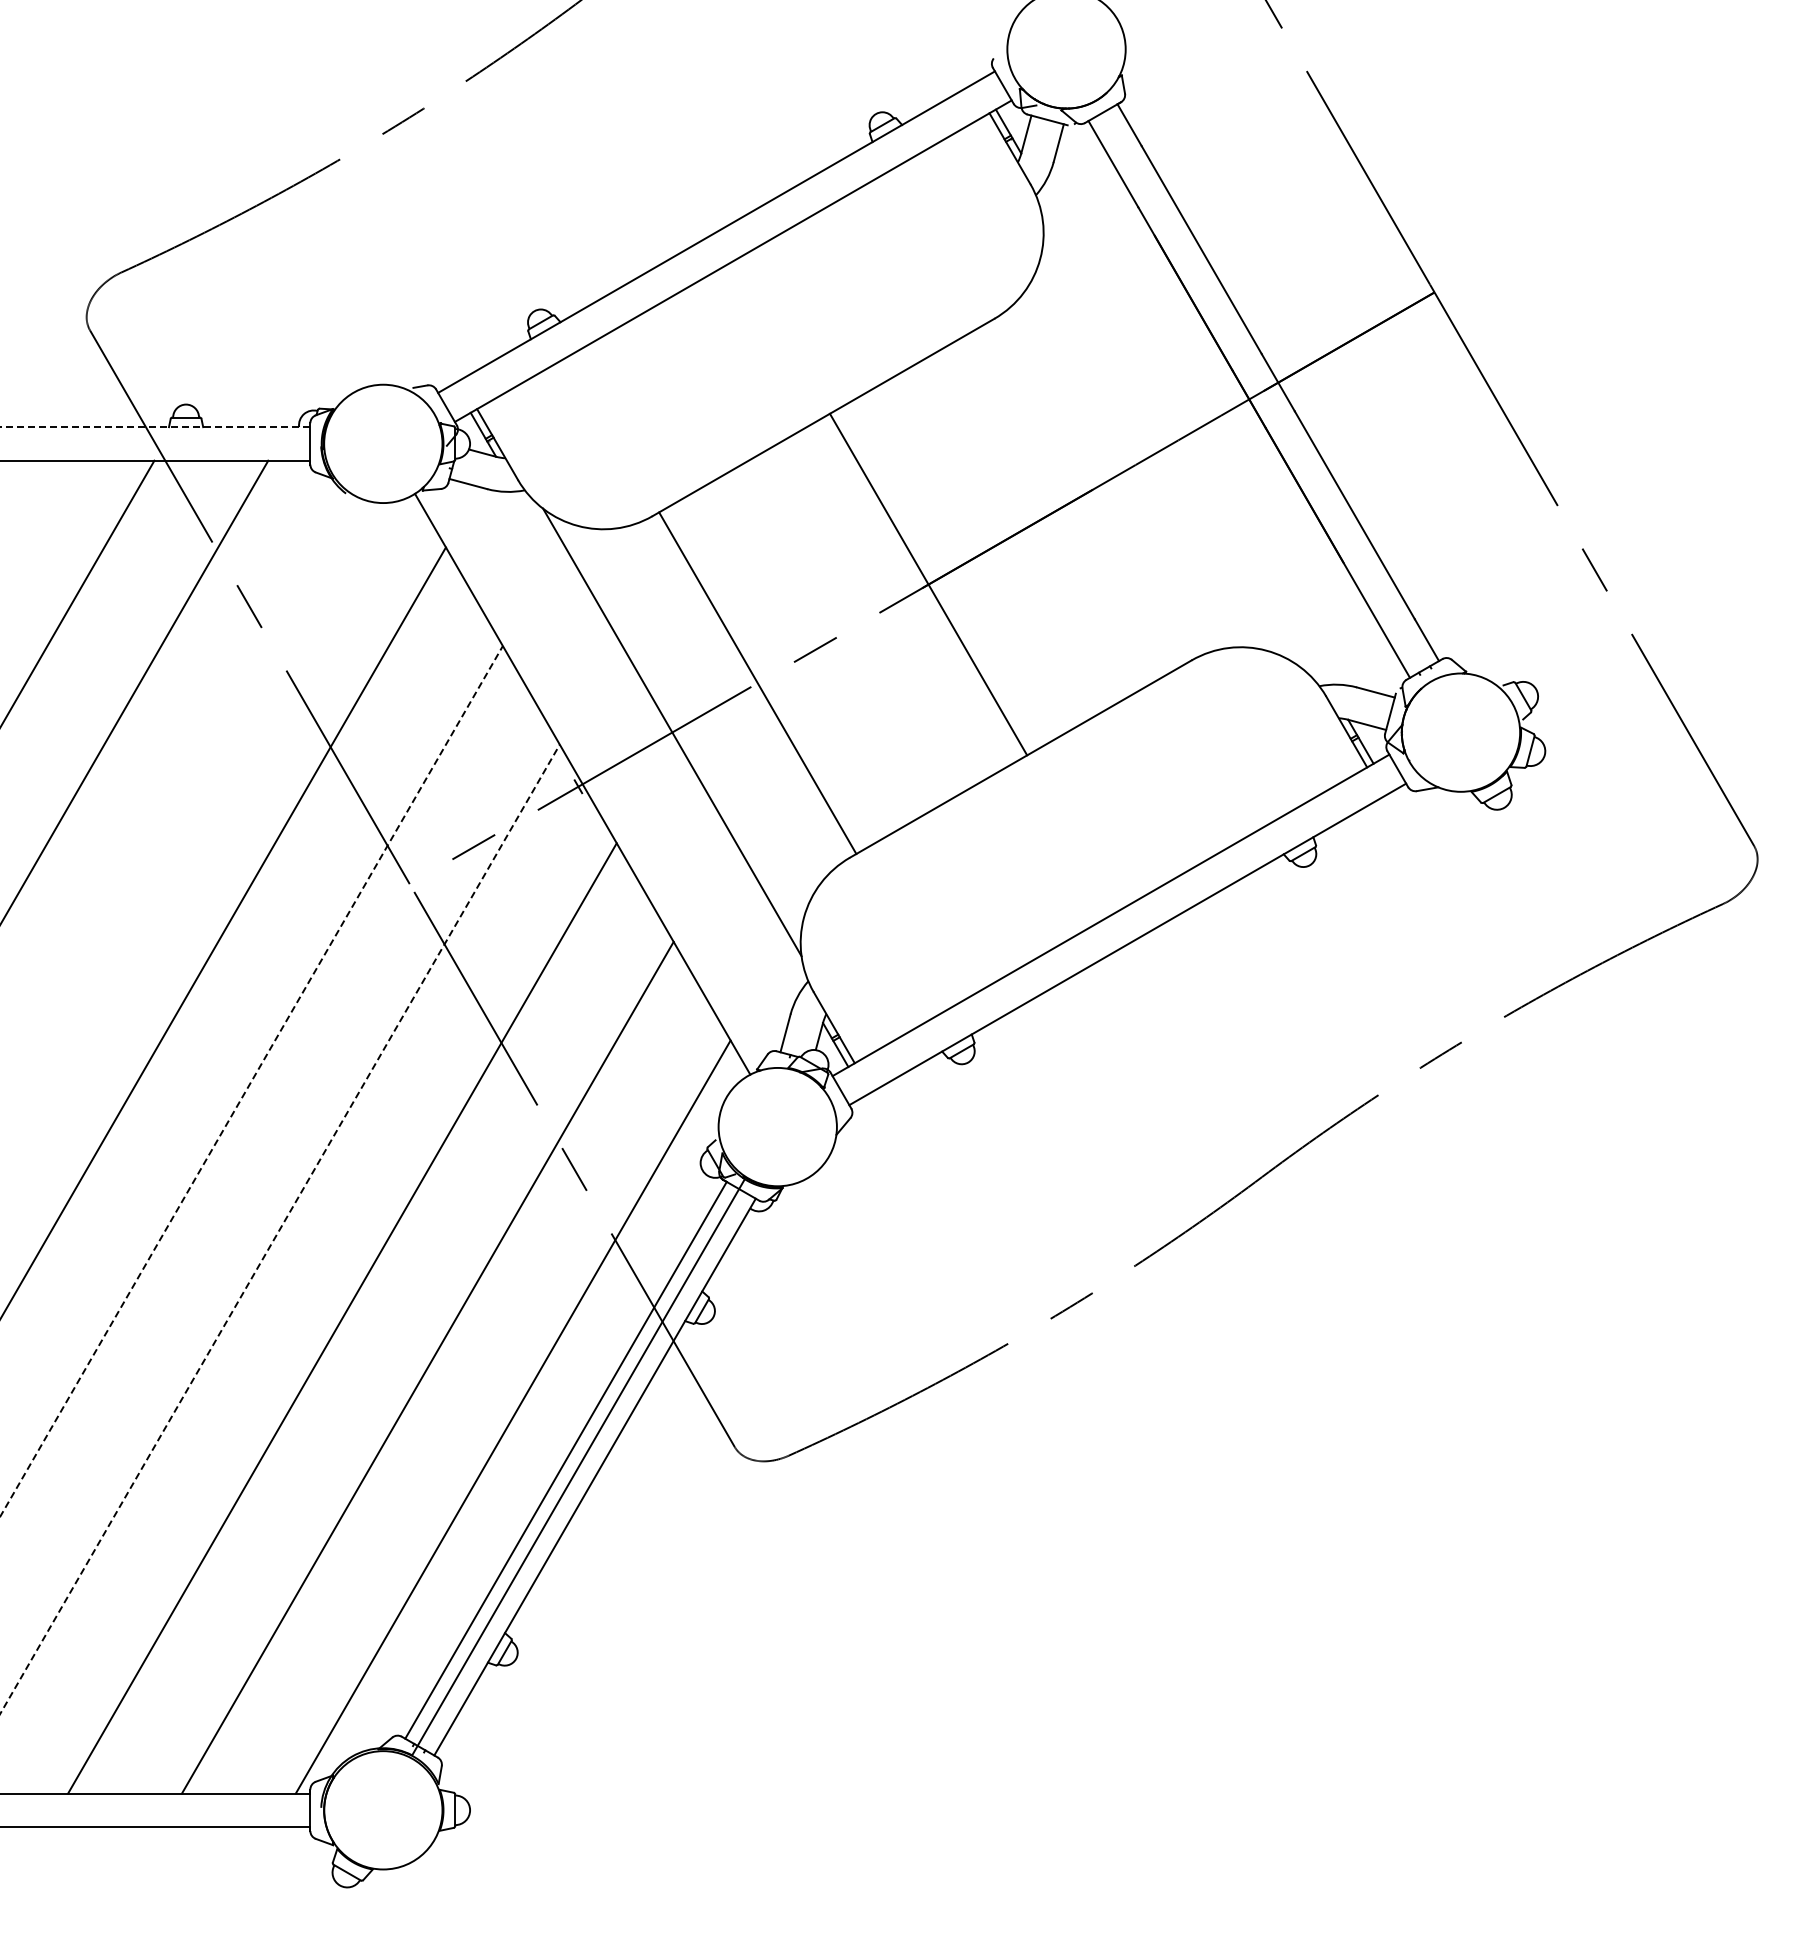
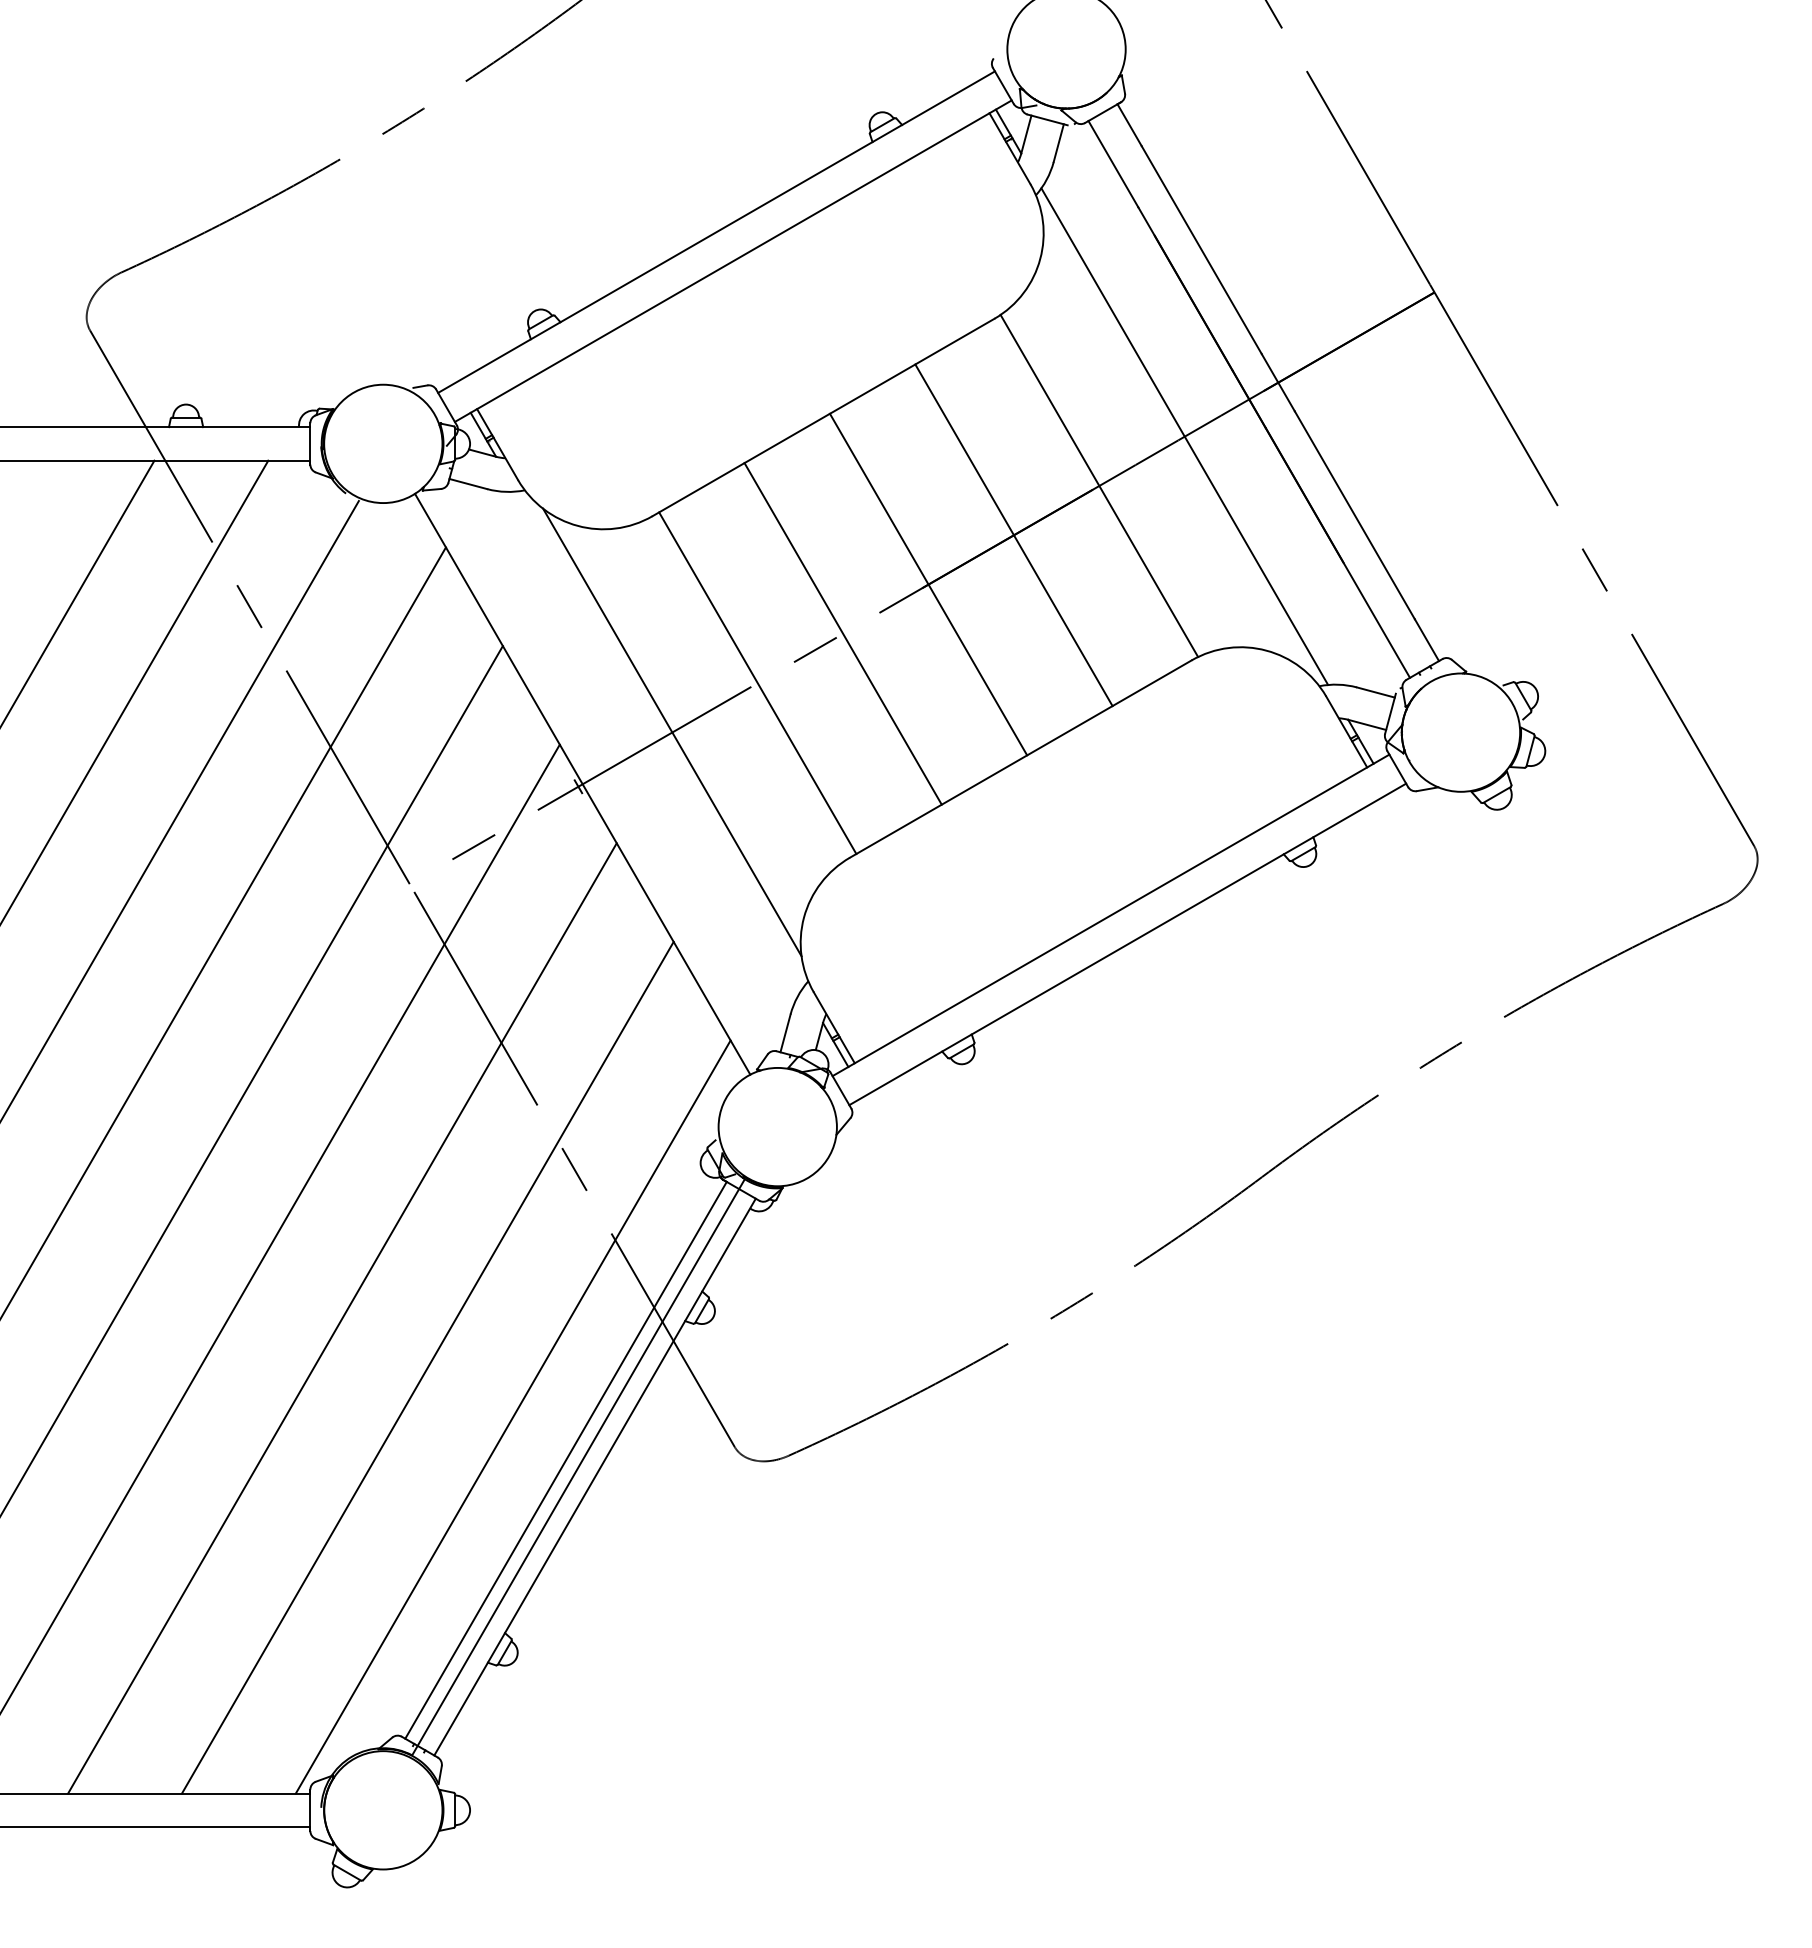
line at (155, 427): dashed -> solid
line at (1184, 436): none -> present
line at (1099, 485): none -> present
line at (1013, 535): none -> present
line at (842, 633): none -> present
line at (180, 809): none -> present
line at (251, 1081): dashed -> solid
line at (280, 1229): dashed -> solid
